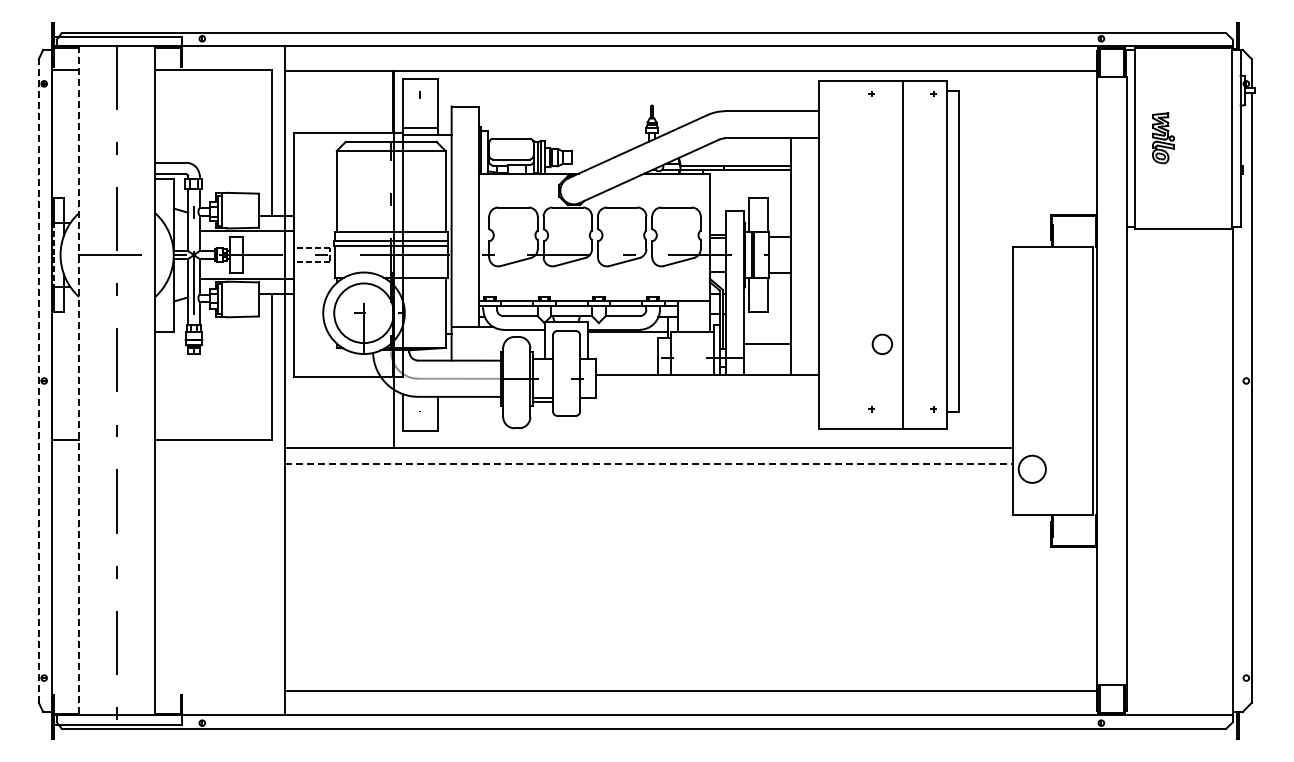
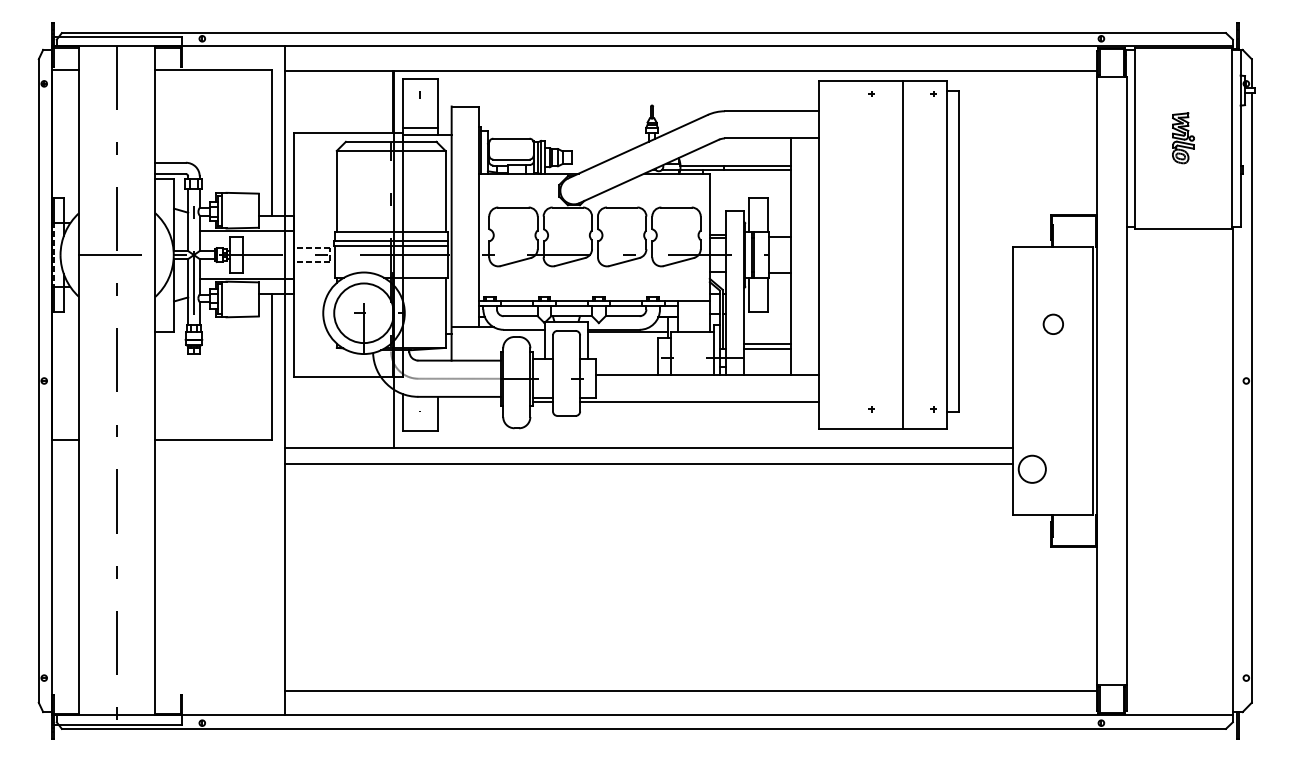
part at (1163, 138) position: (1163, 138) -> (1183, 138)
circle at (881, 343) position: (881, 343) -> (1052, 323)
line at (767, 349): none -> present
line at (38, 381): dashed -> solid
line at (79, 381): dashed -> solid
line at (699, 402): none -> present
line at (648, 463): dashed -> solid
